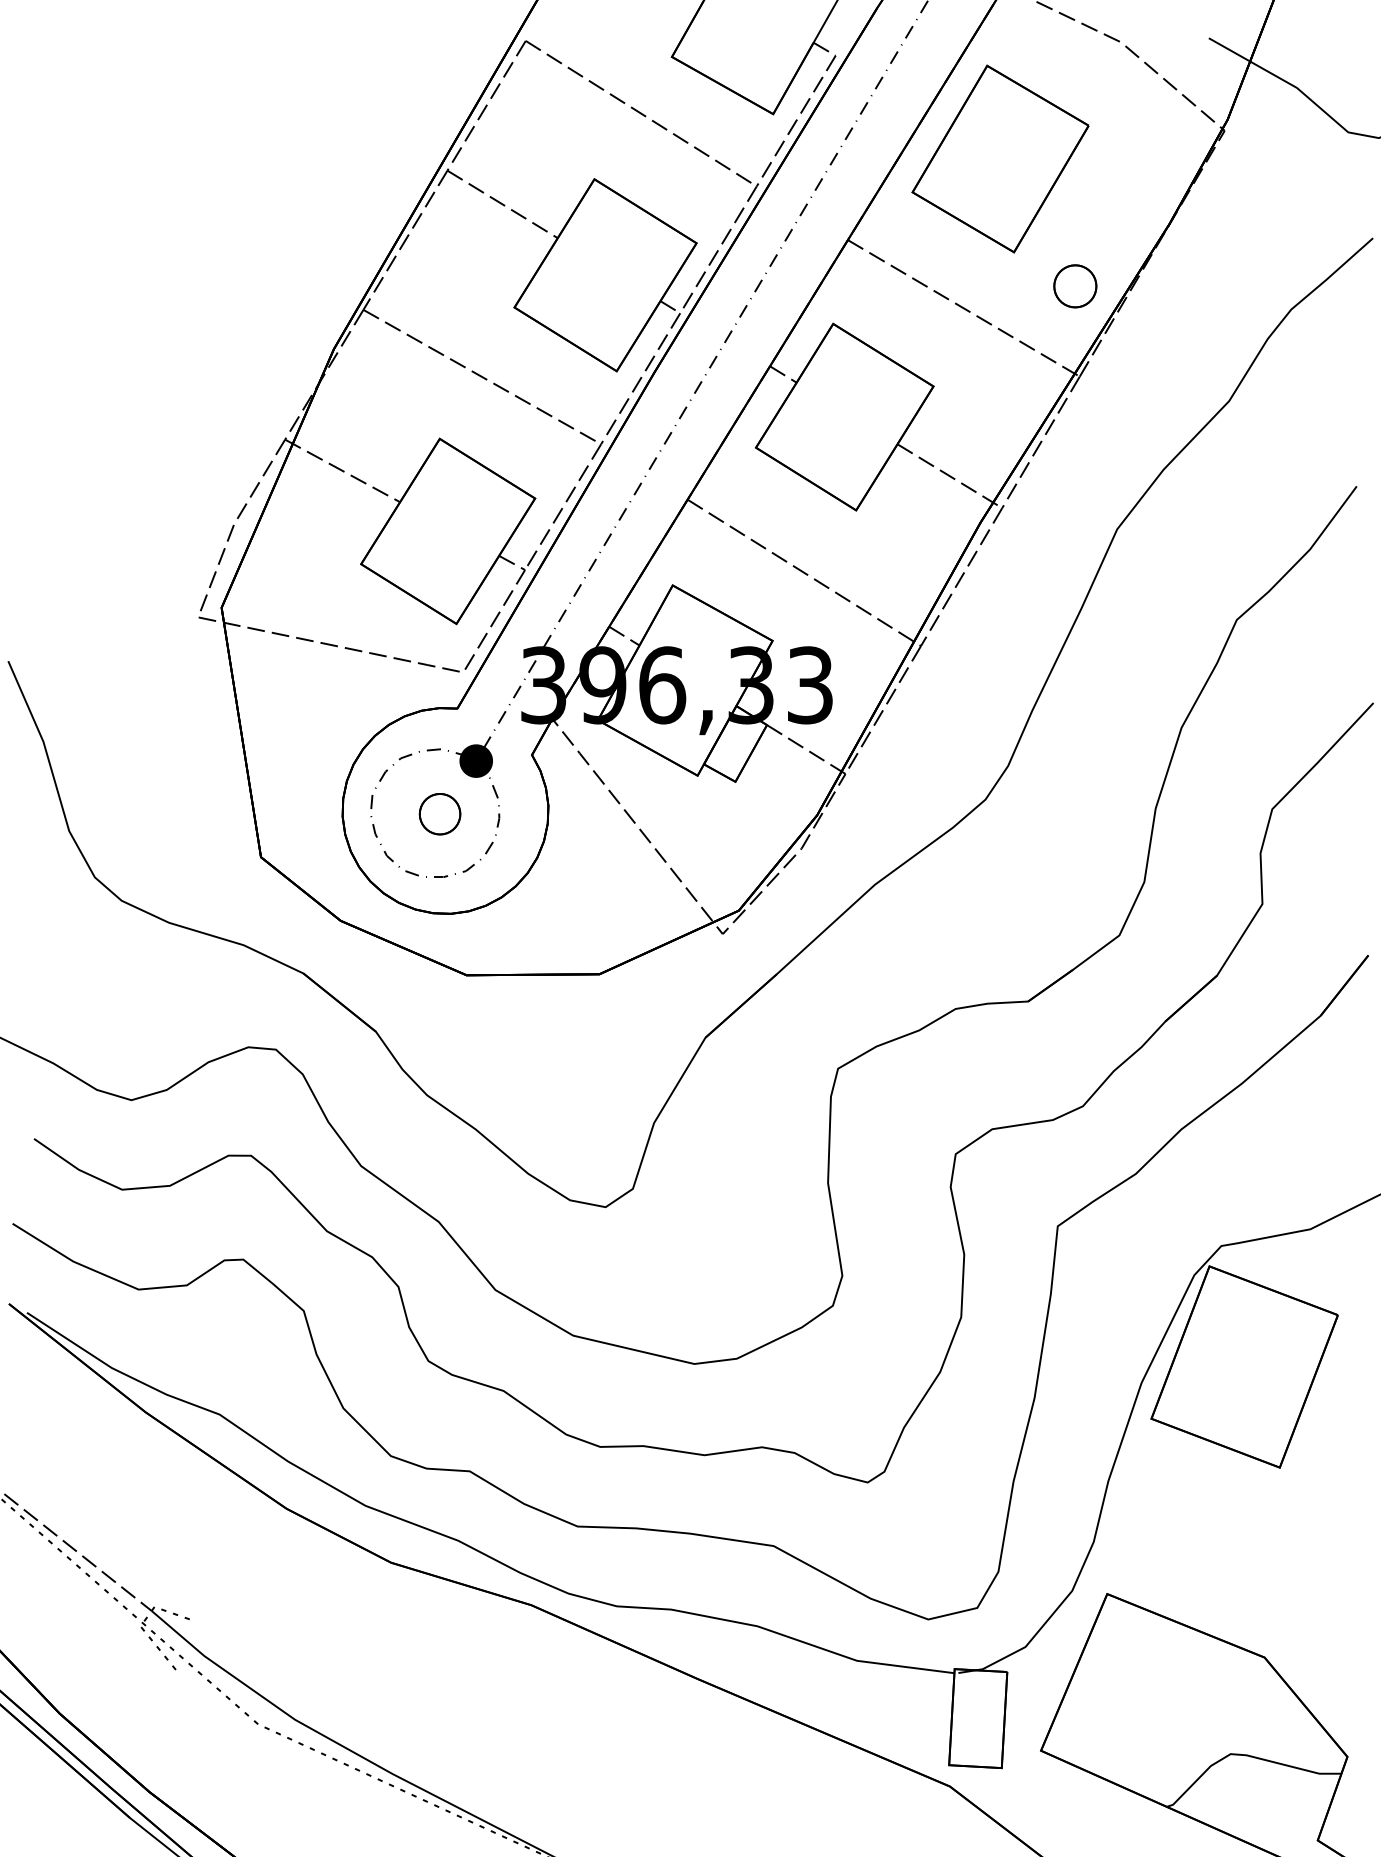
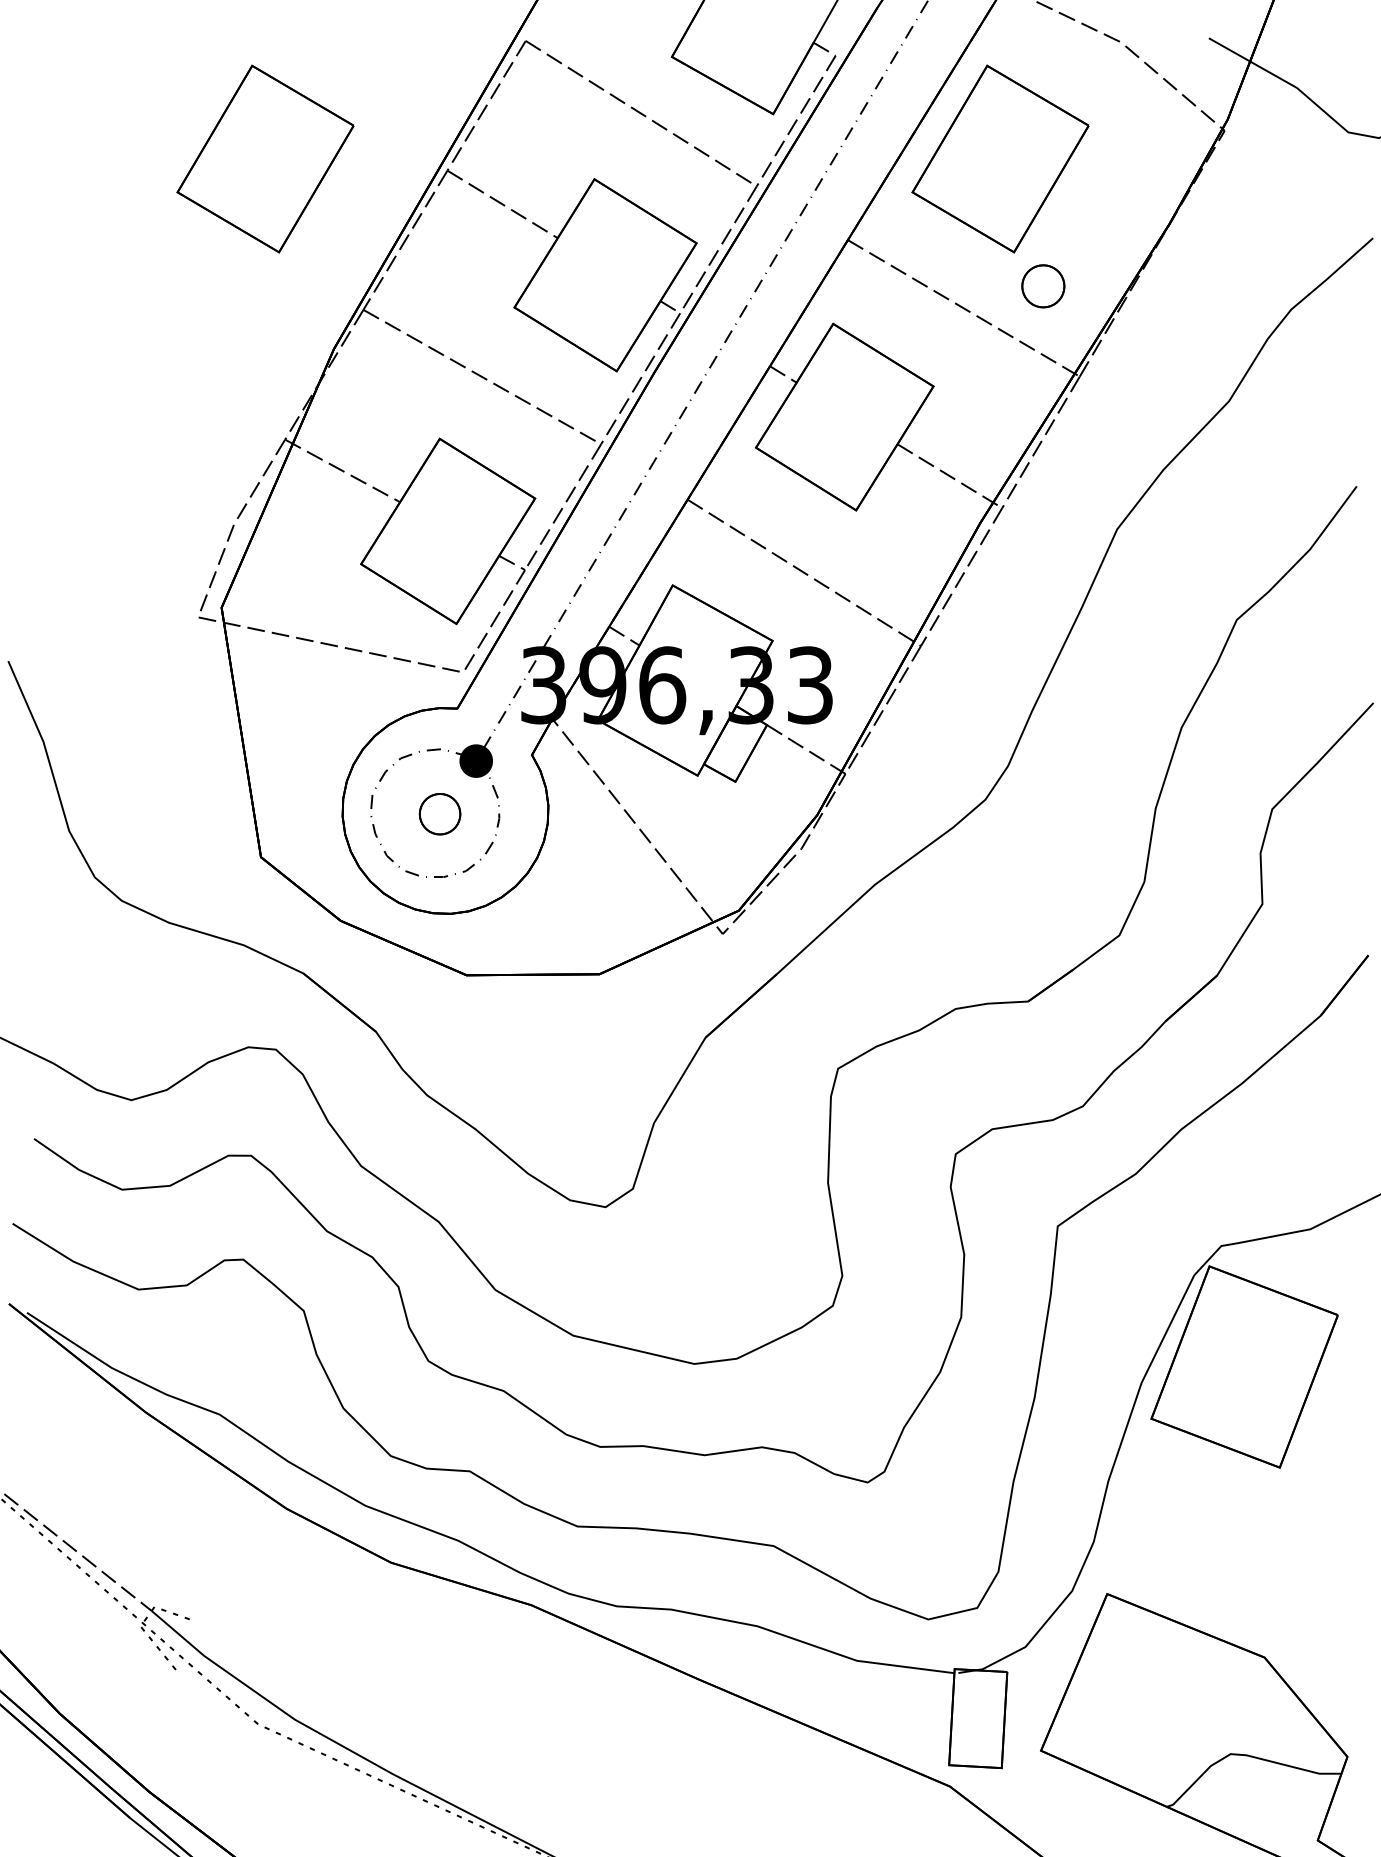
part at (265, 158): none -> present
part at (1075, 286) position: (1075, 286) -> (1043, 286)
